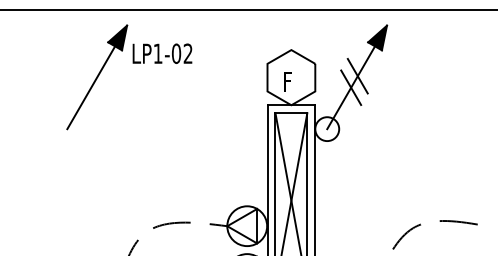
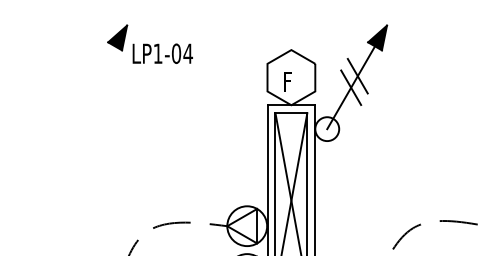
line at (248, 9): present -> none
text at (187, 53): LP1-02 -> LP1-04
line at (91, 87): present -> none
